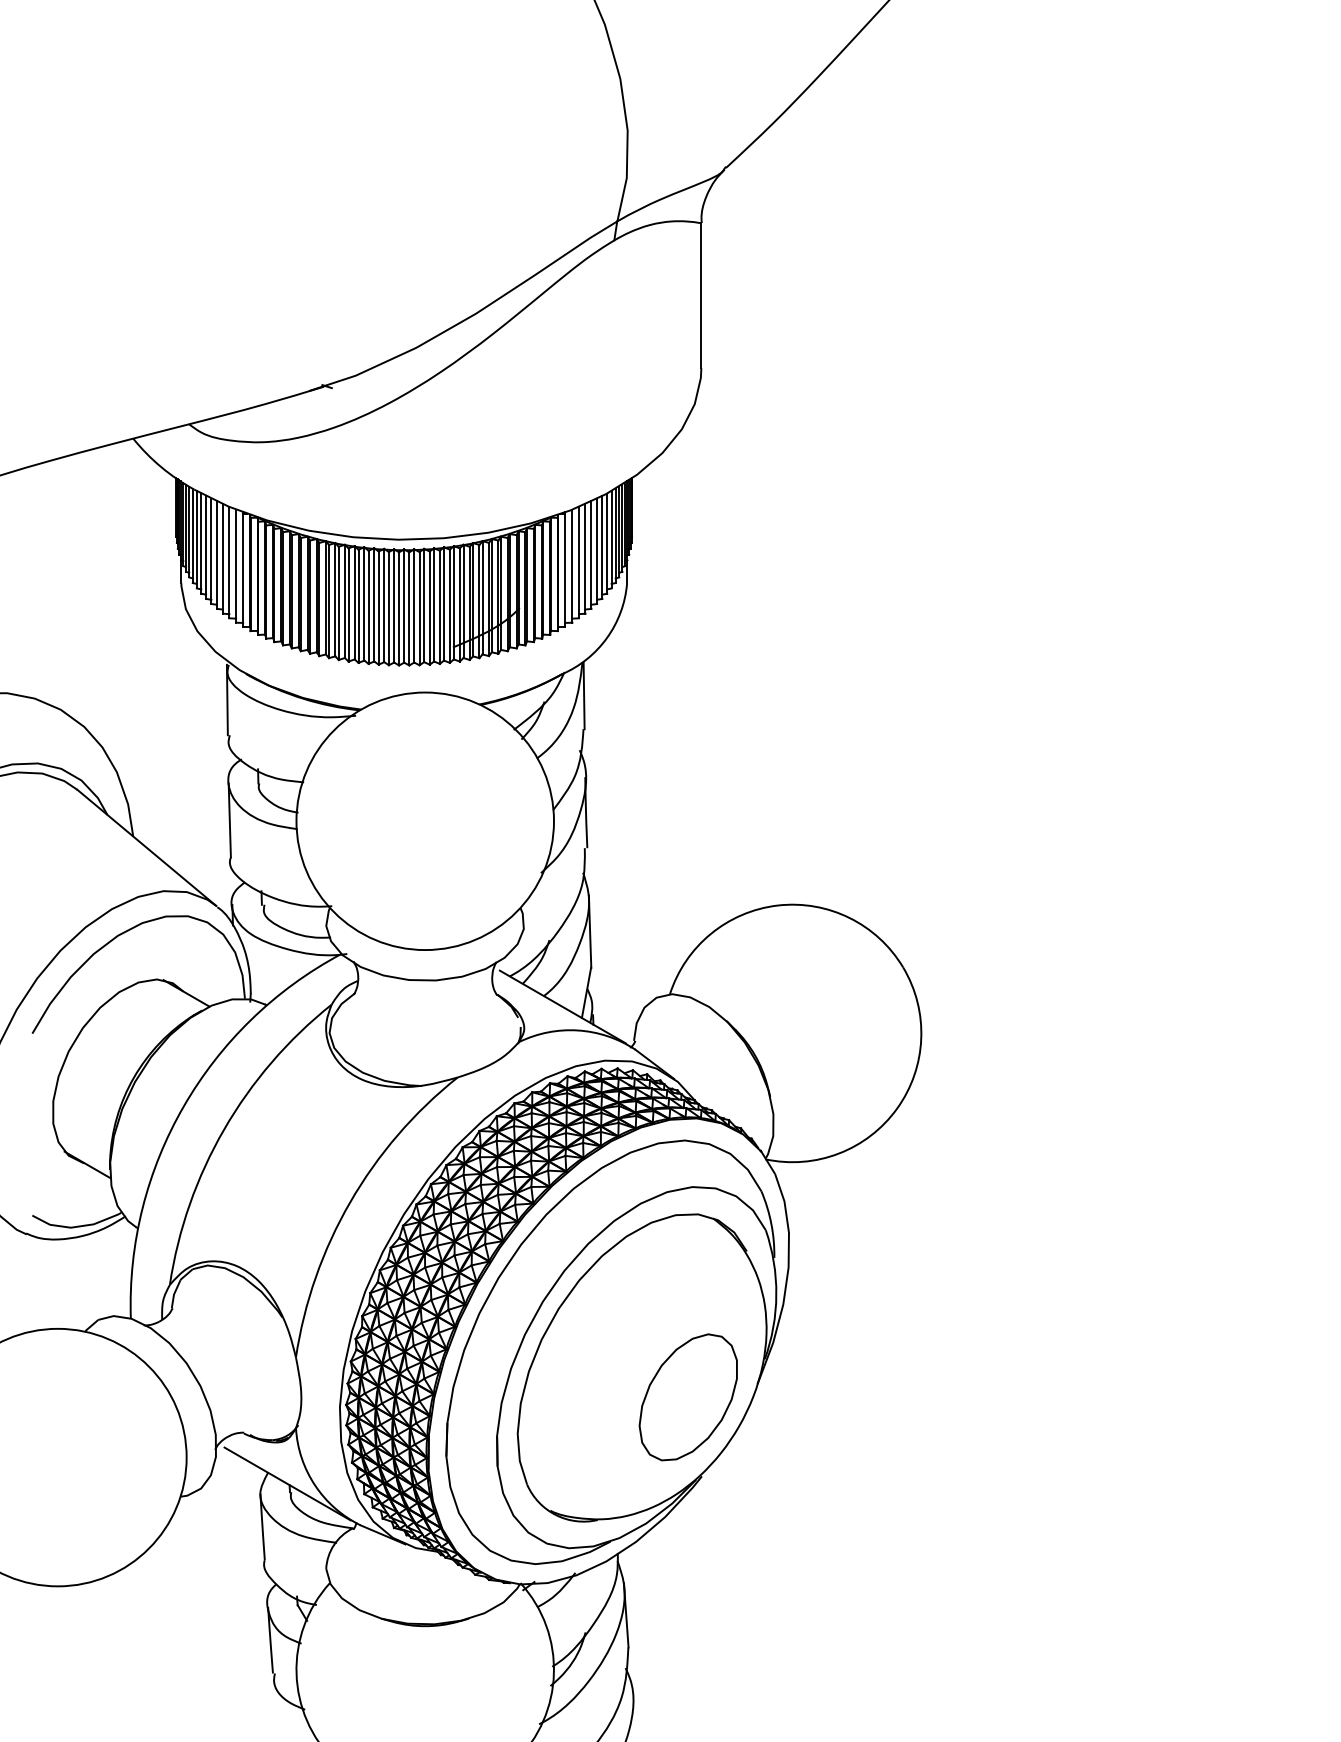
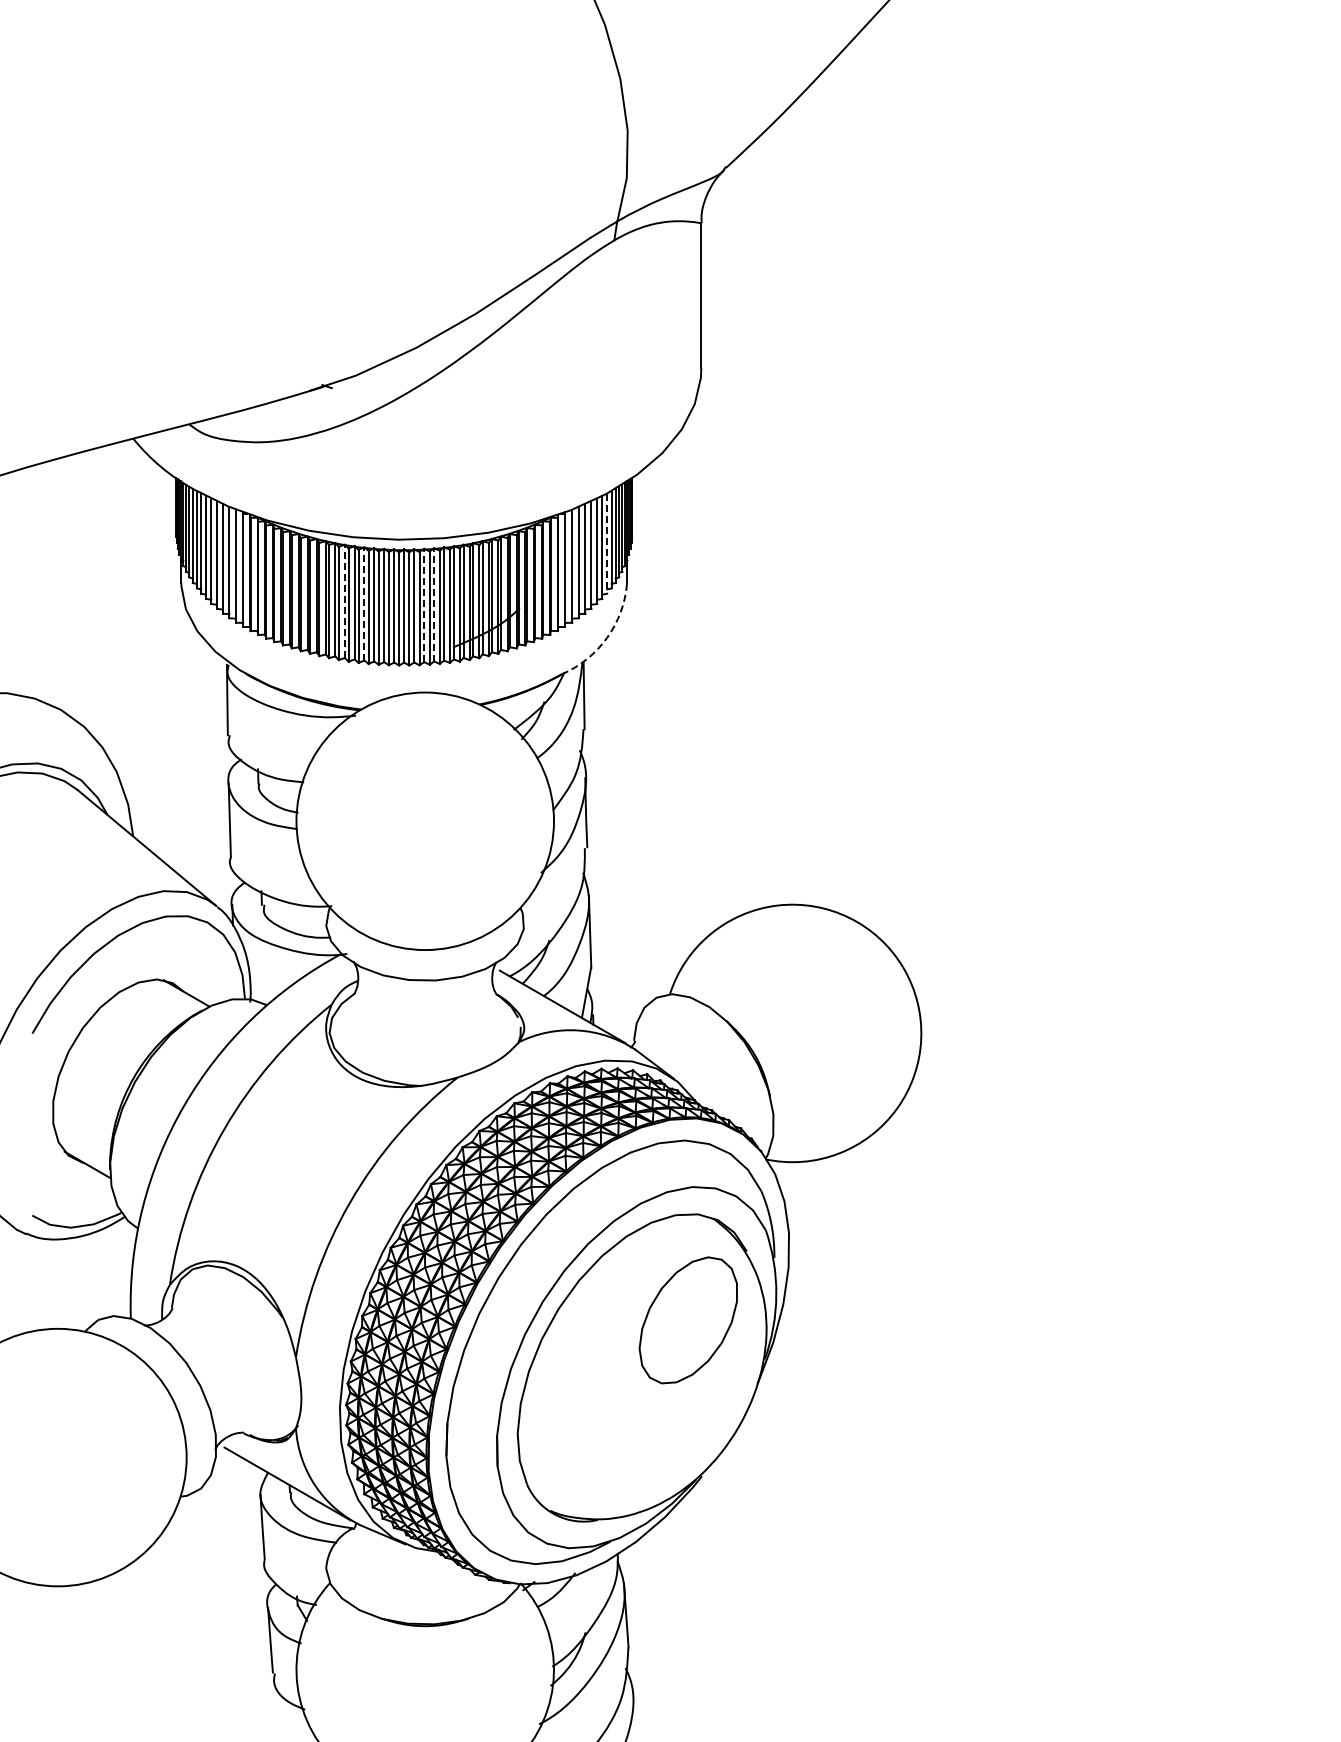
line at (607, 544): solid -> dashed
line at (344, 601): solid -> dashed
line at (364, 604): solid -> dashed
line at (434, 604): solid -> dashed
line at (424, 605): solid -> dashed
arc at (607, 637): solid -> dashed
part at (687, 1397) position: (687, 1397) -> (687, 1320)
